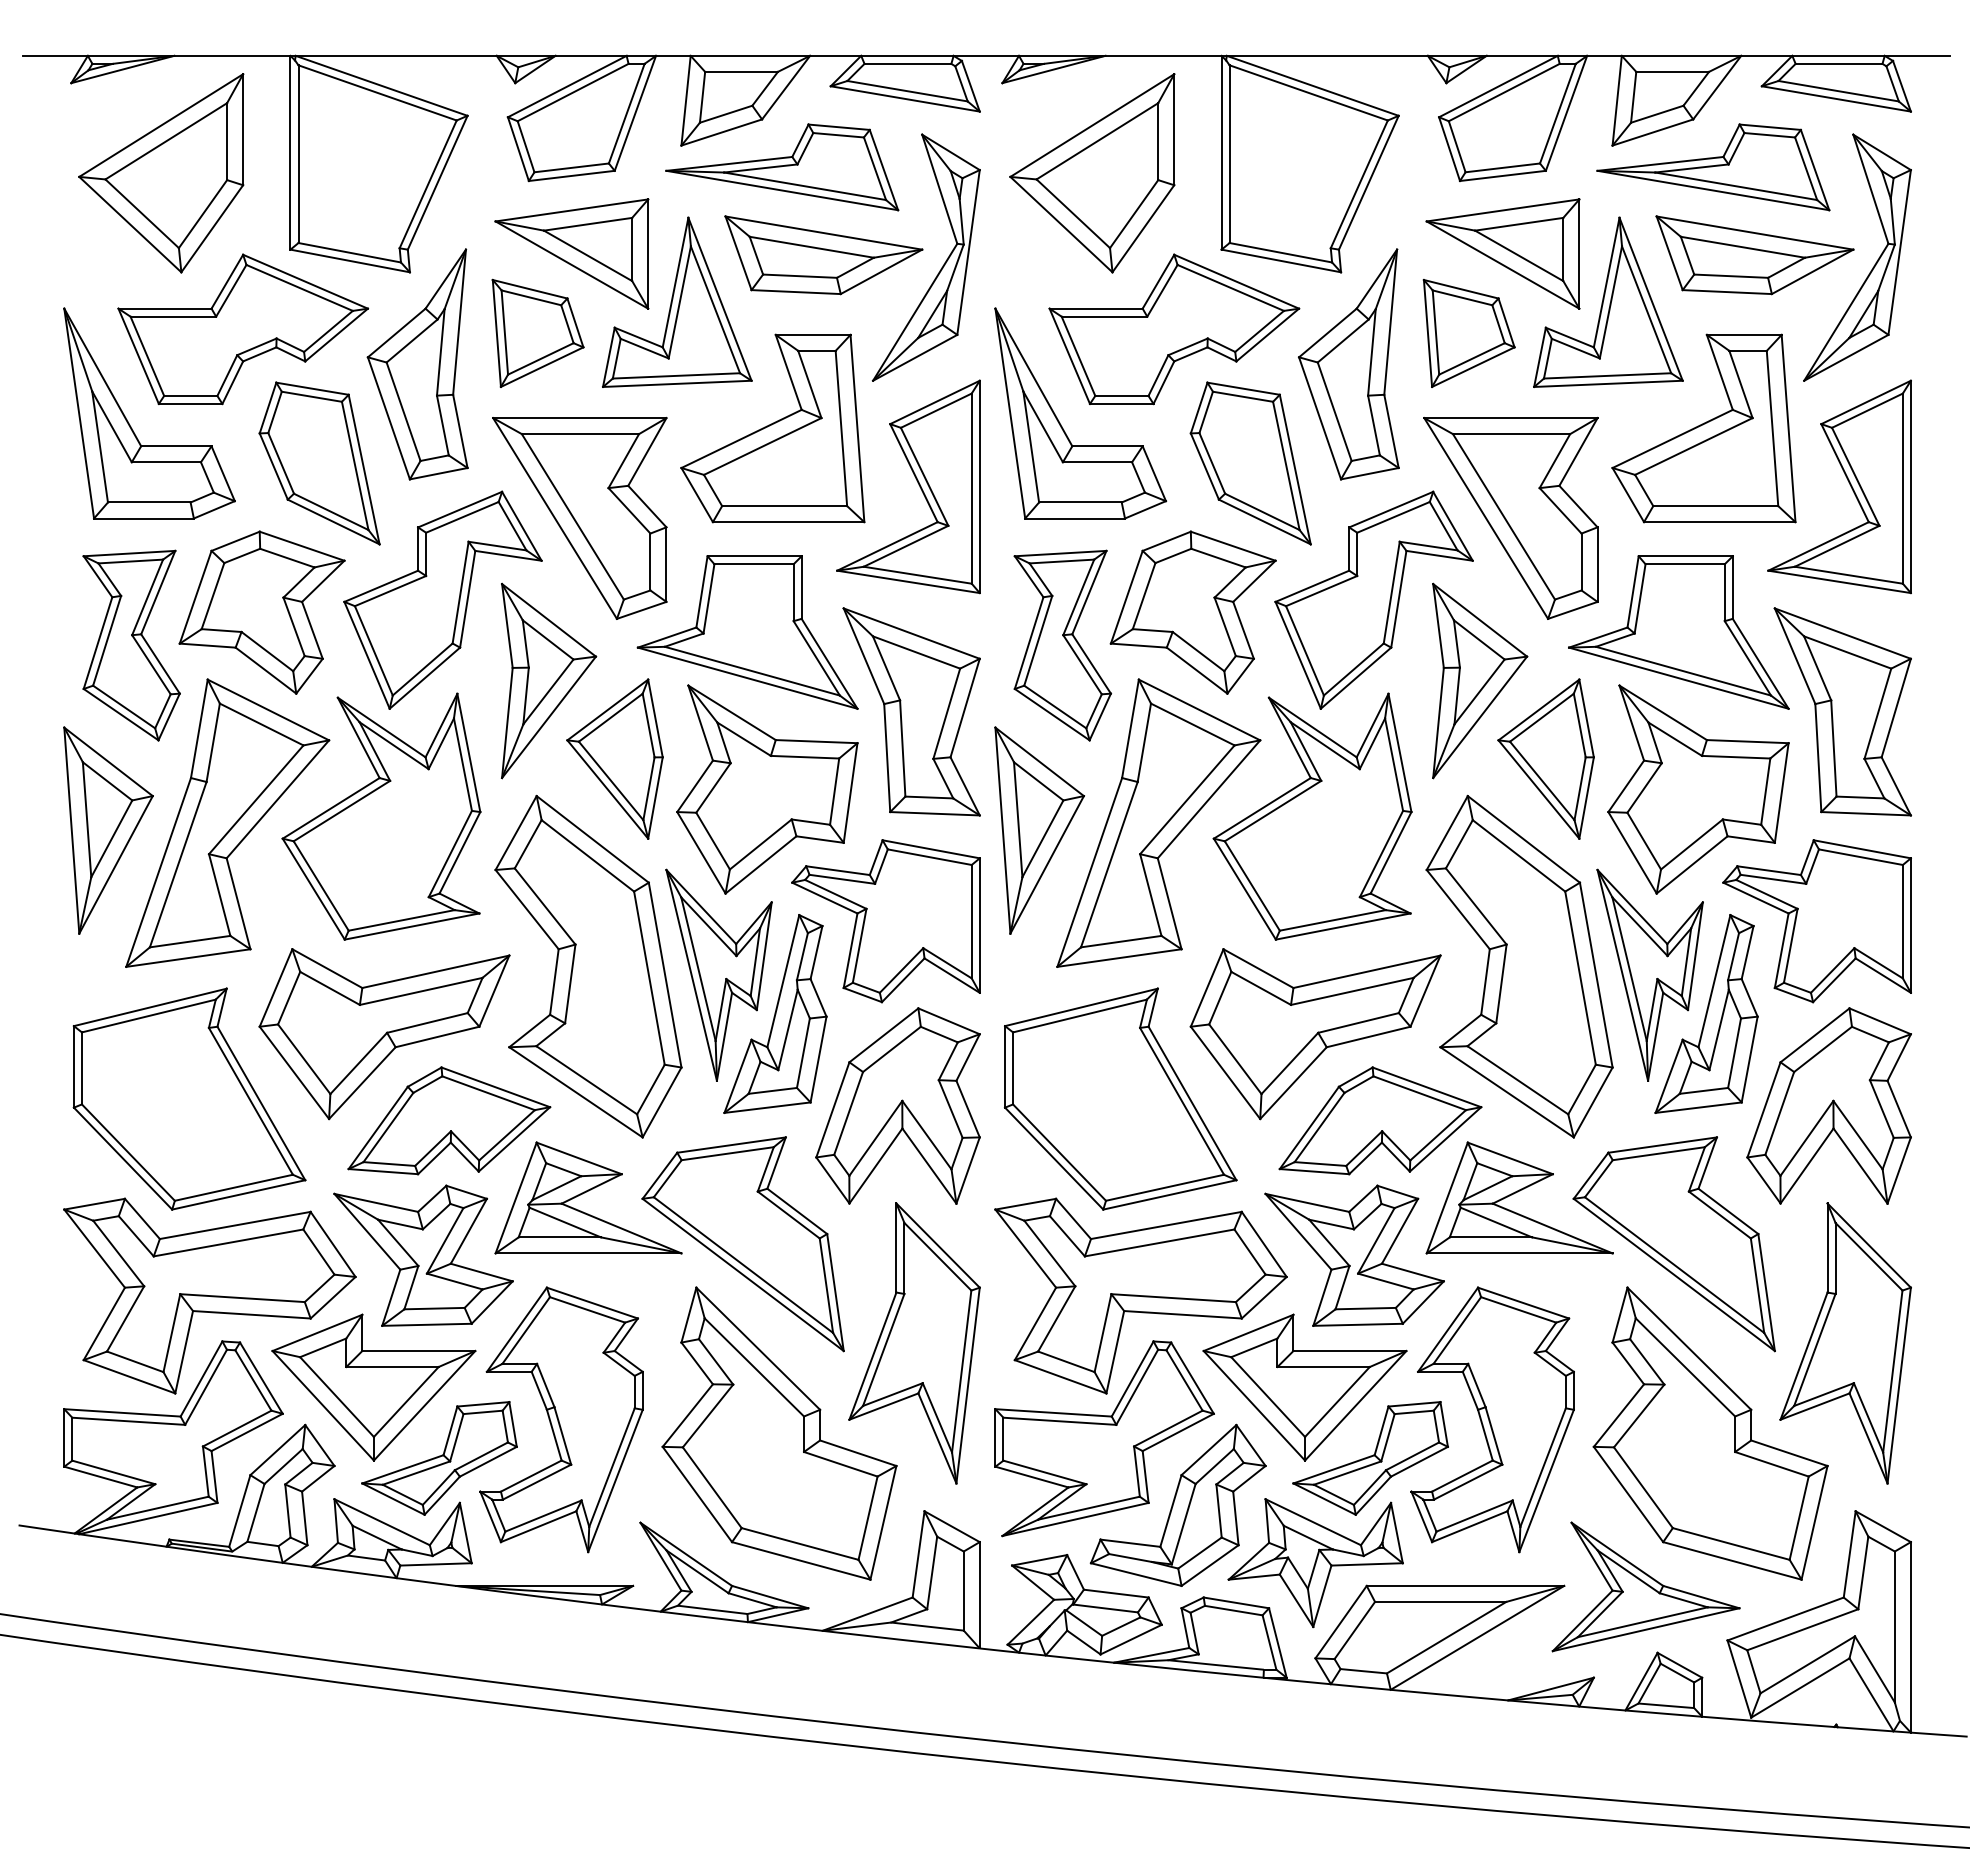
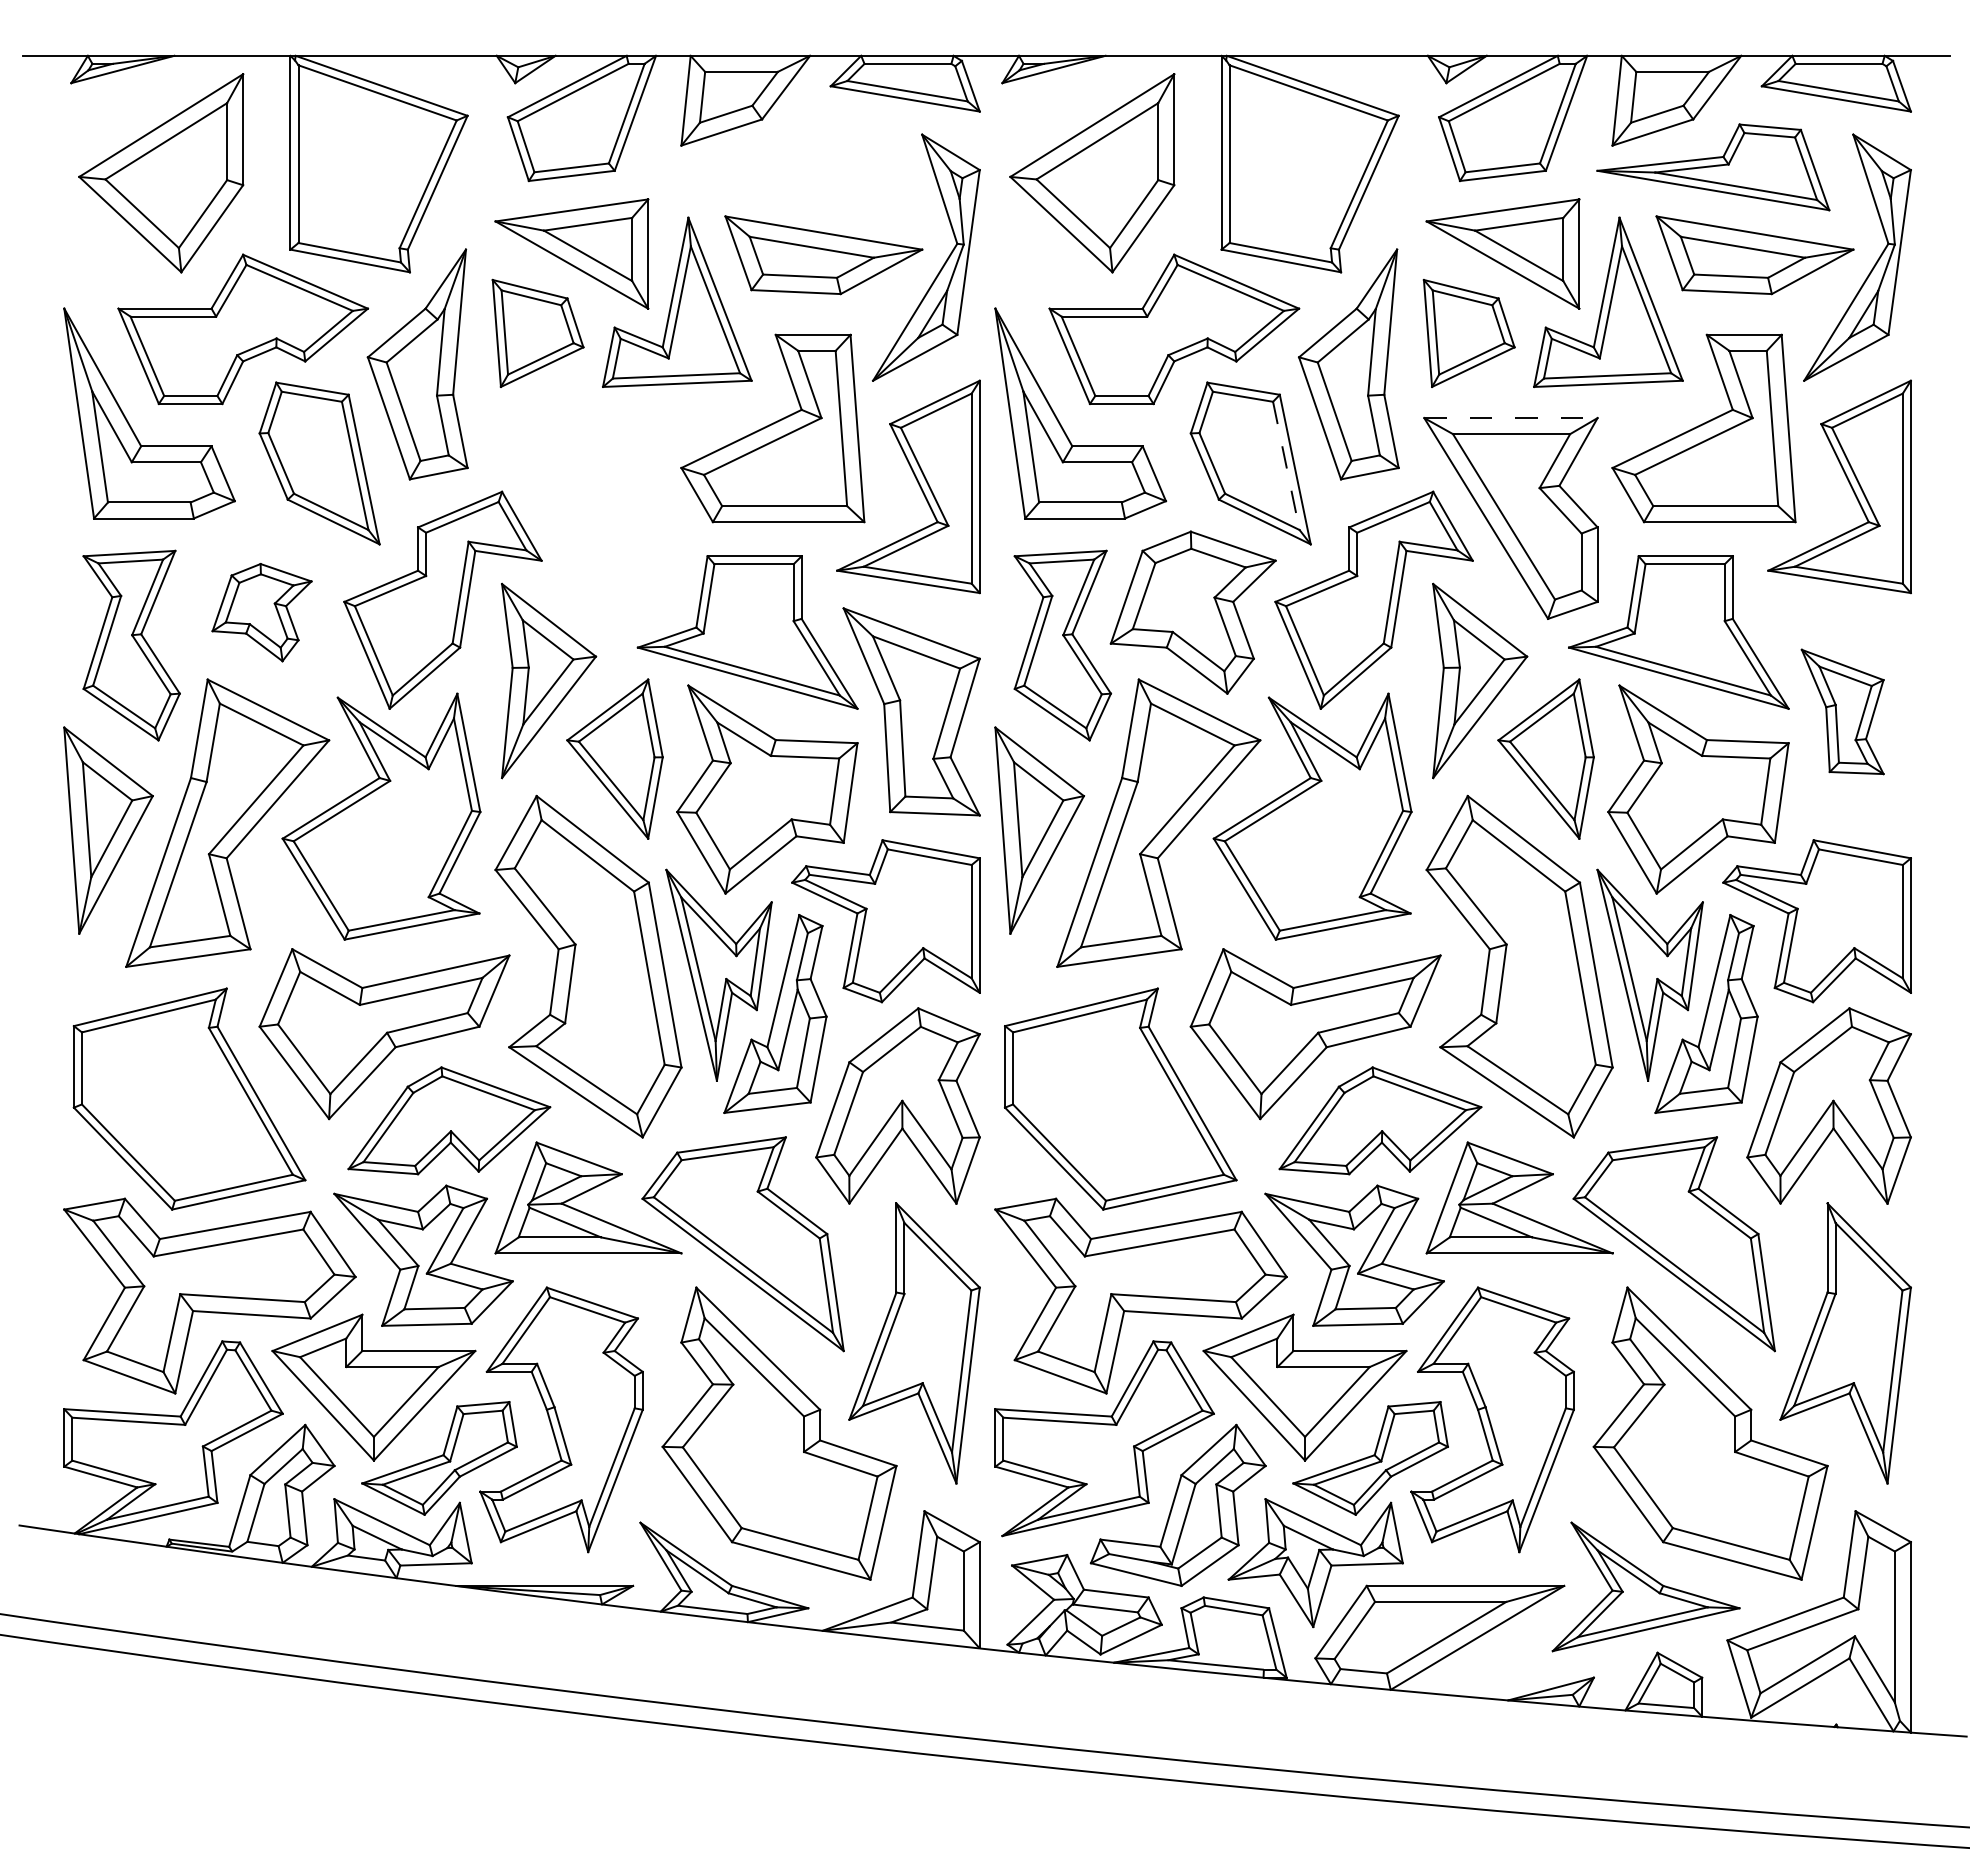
part at (782, 167): present -> none
line at (1510, 418): solid -> dashed
line at (1286, 466): solid -> dashed
part at (579, 517): present -> none
part at (261, 612) size: 168x165 px -> 102x100 px
part at (1842, 711) size: 139x210 px -> 85x128 px
